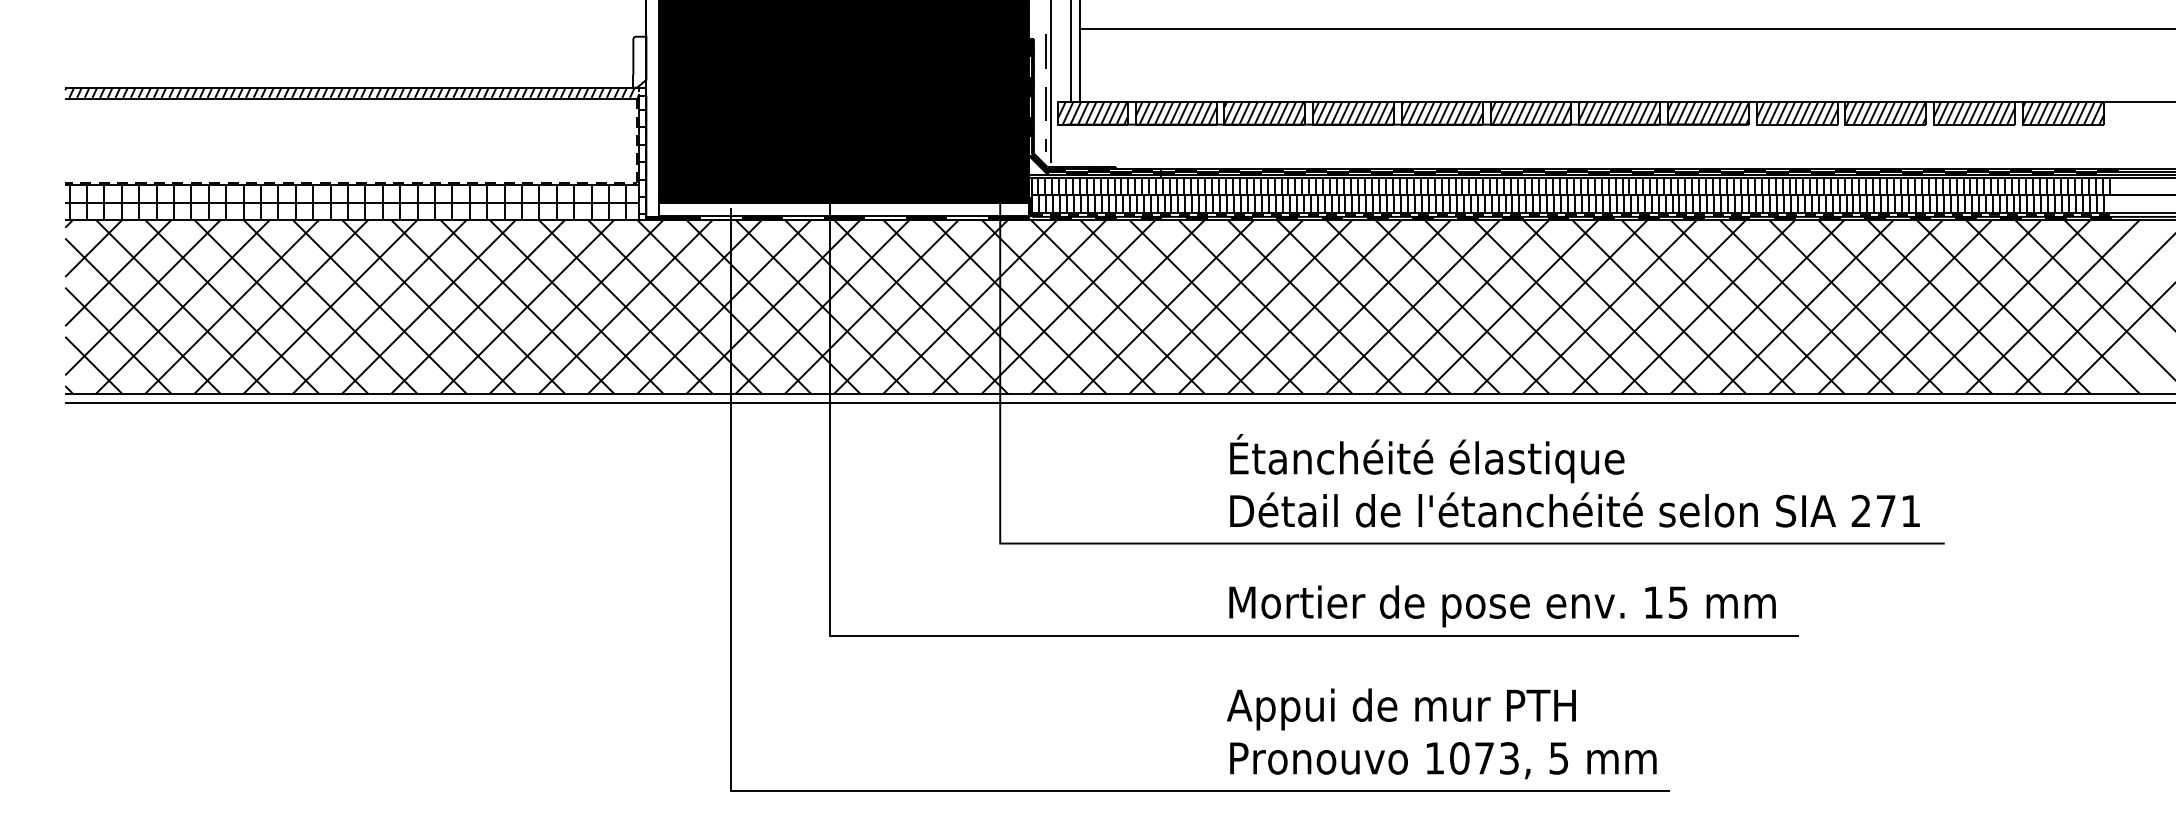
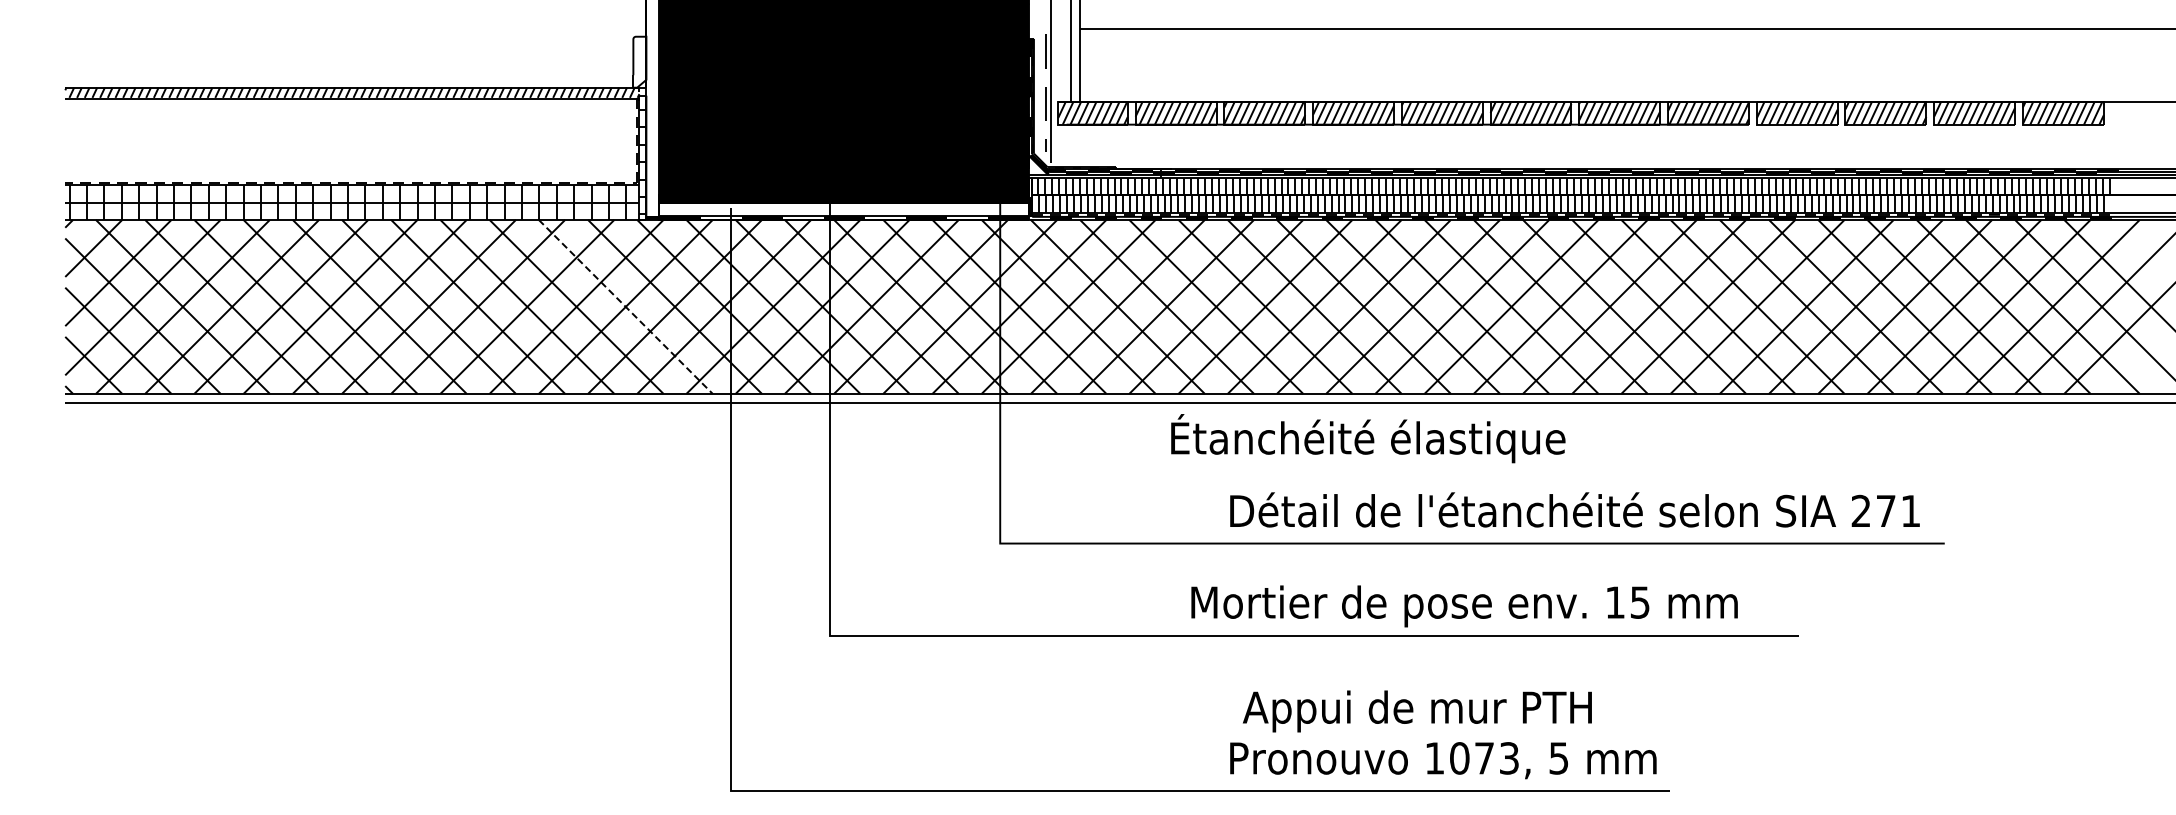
line at (626, 307): solid -> dashed
text at (1427, 458) position: (1427, 458) -> (1368, 438)
text at (1502, 606) position: (1502, 606) -> (1464, 606)
text at (1401, 709) position: (1401, 709) -> (1417, 711)
